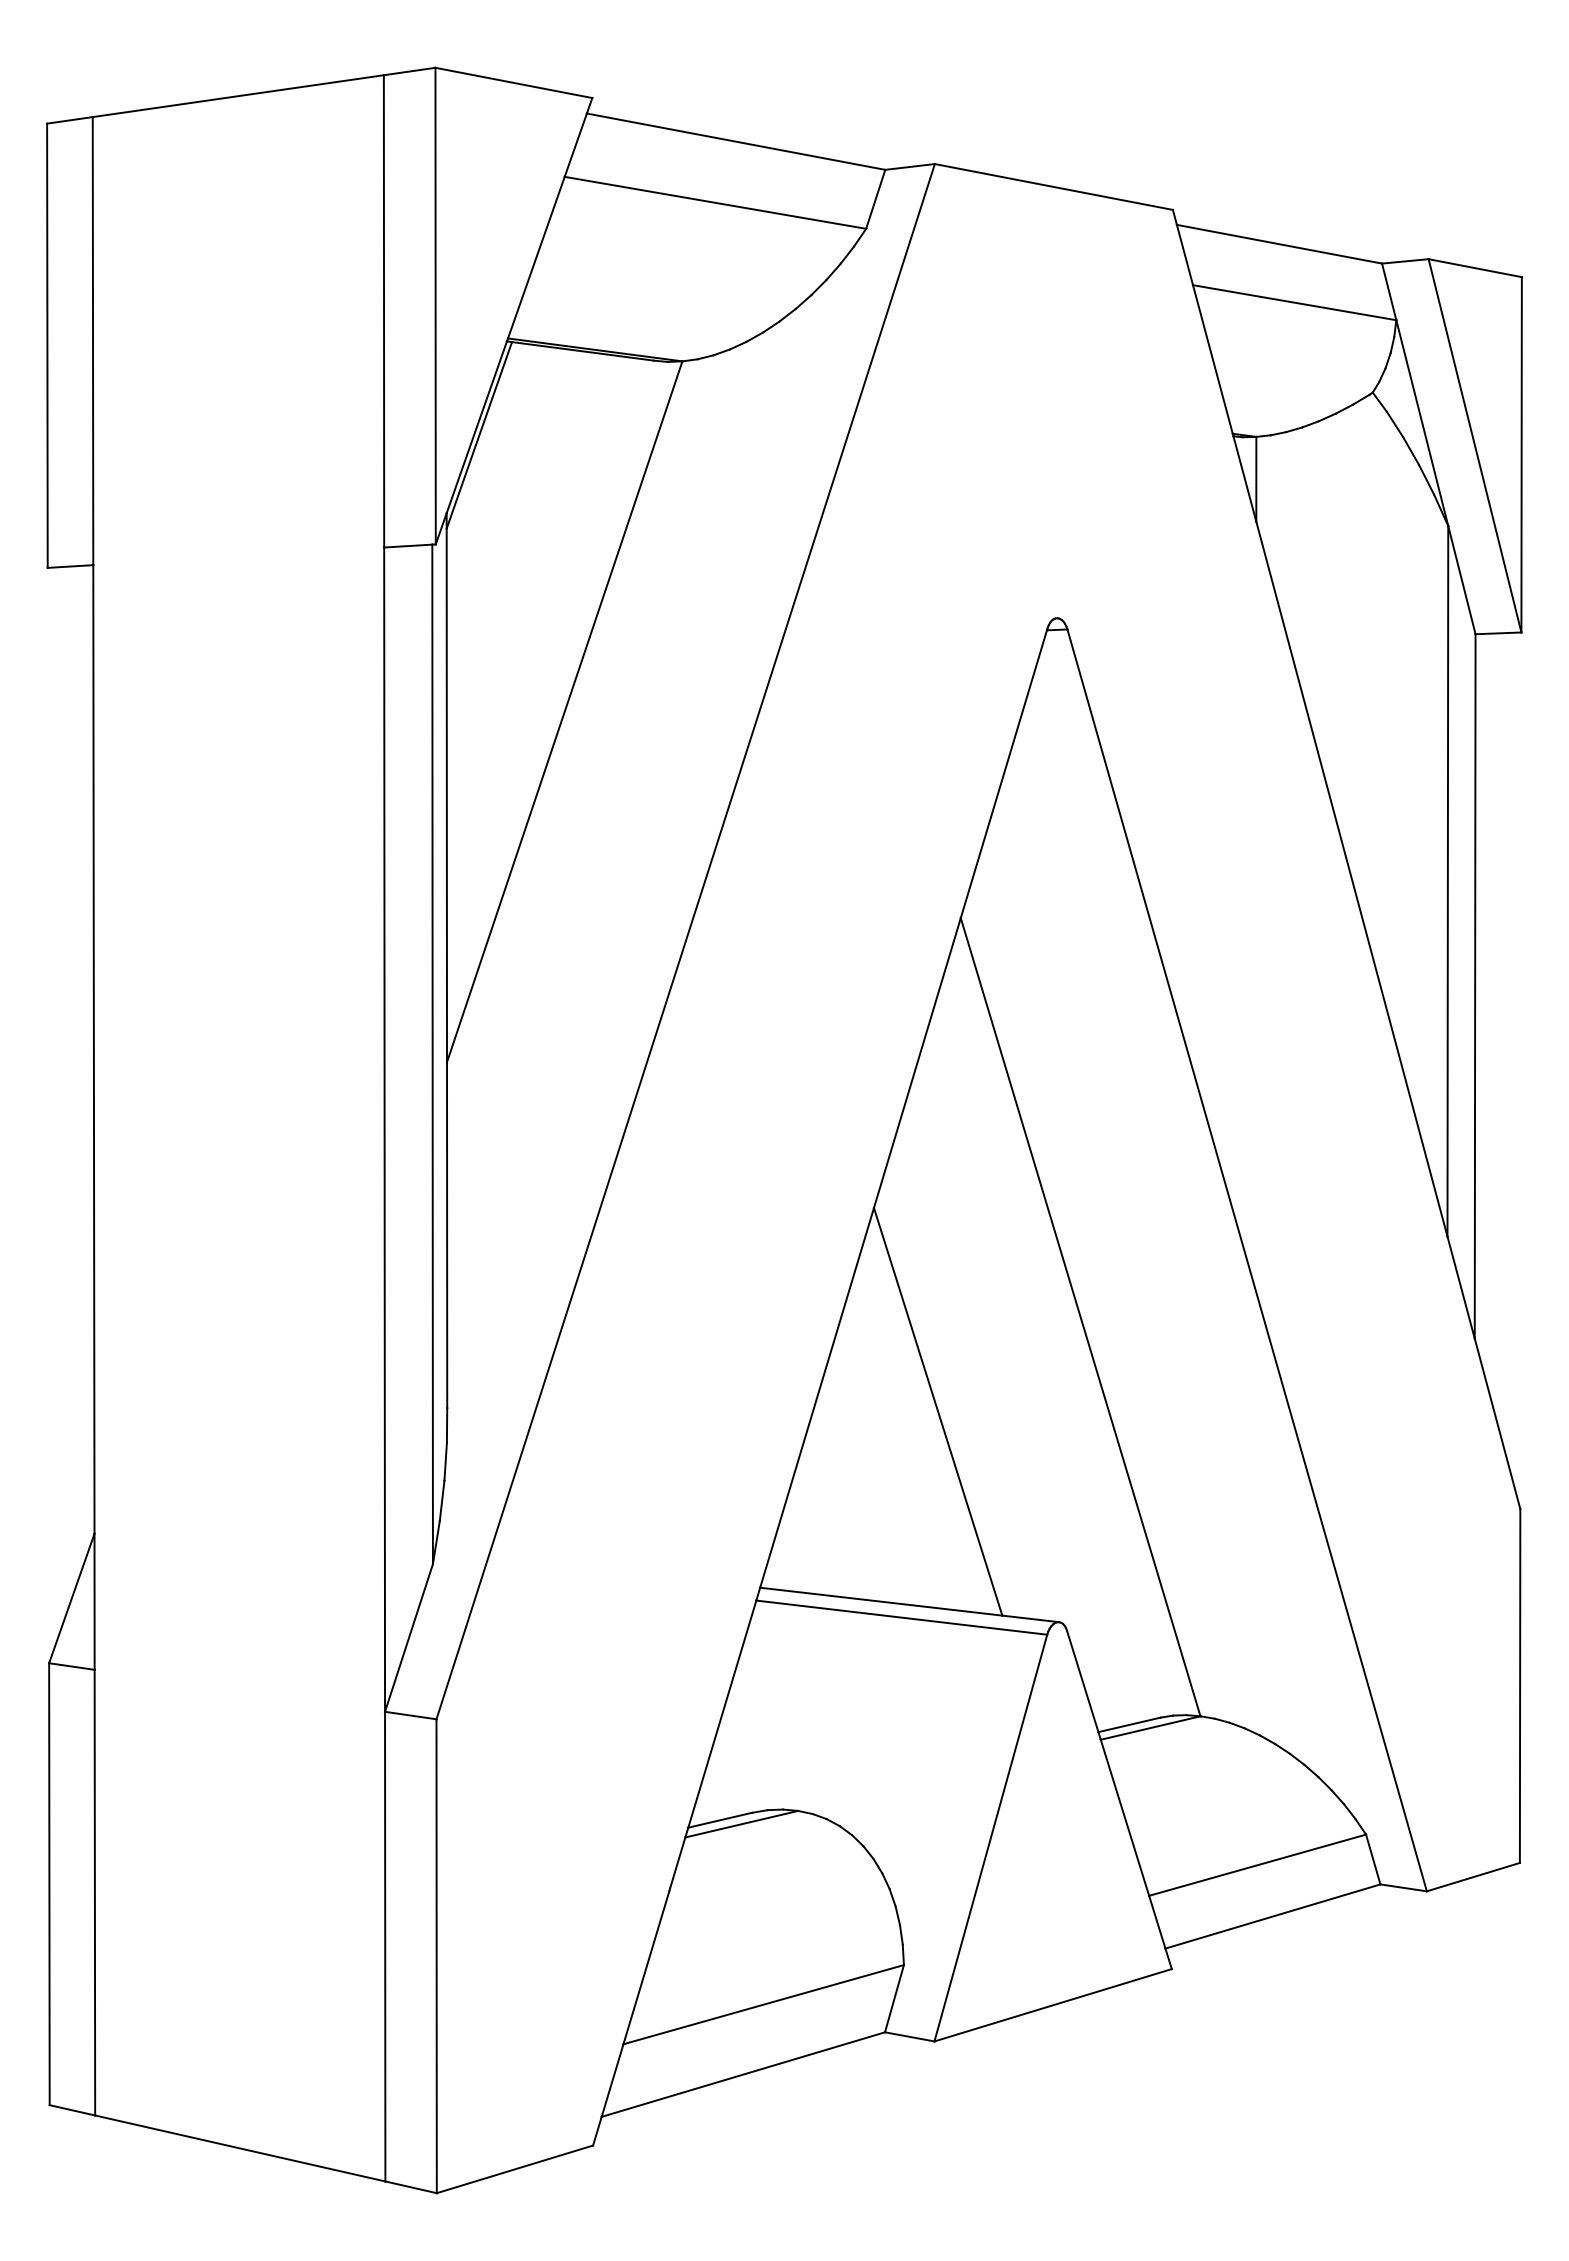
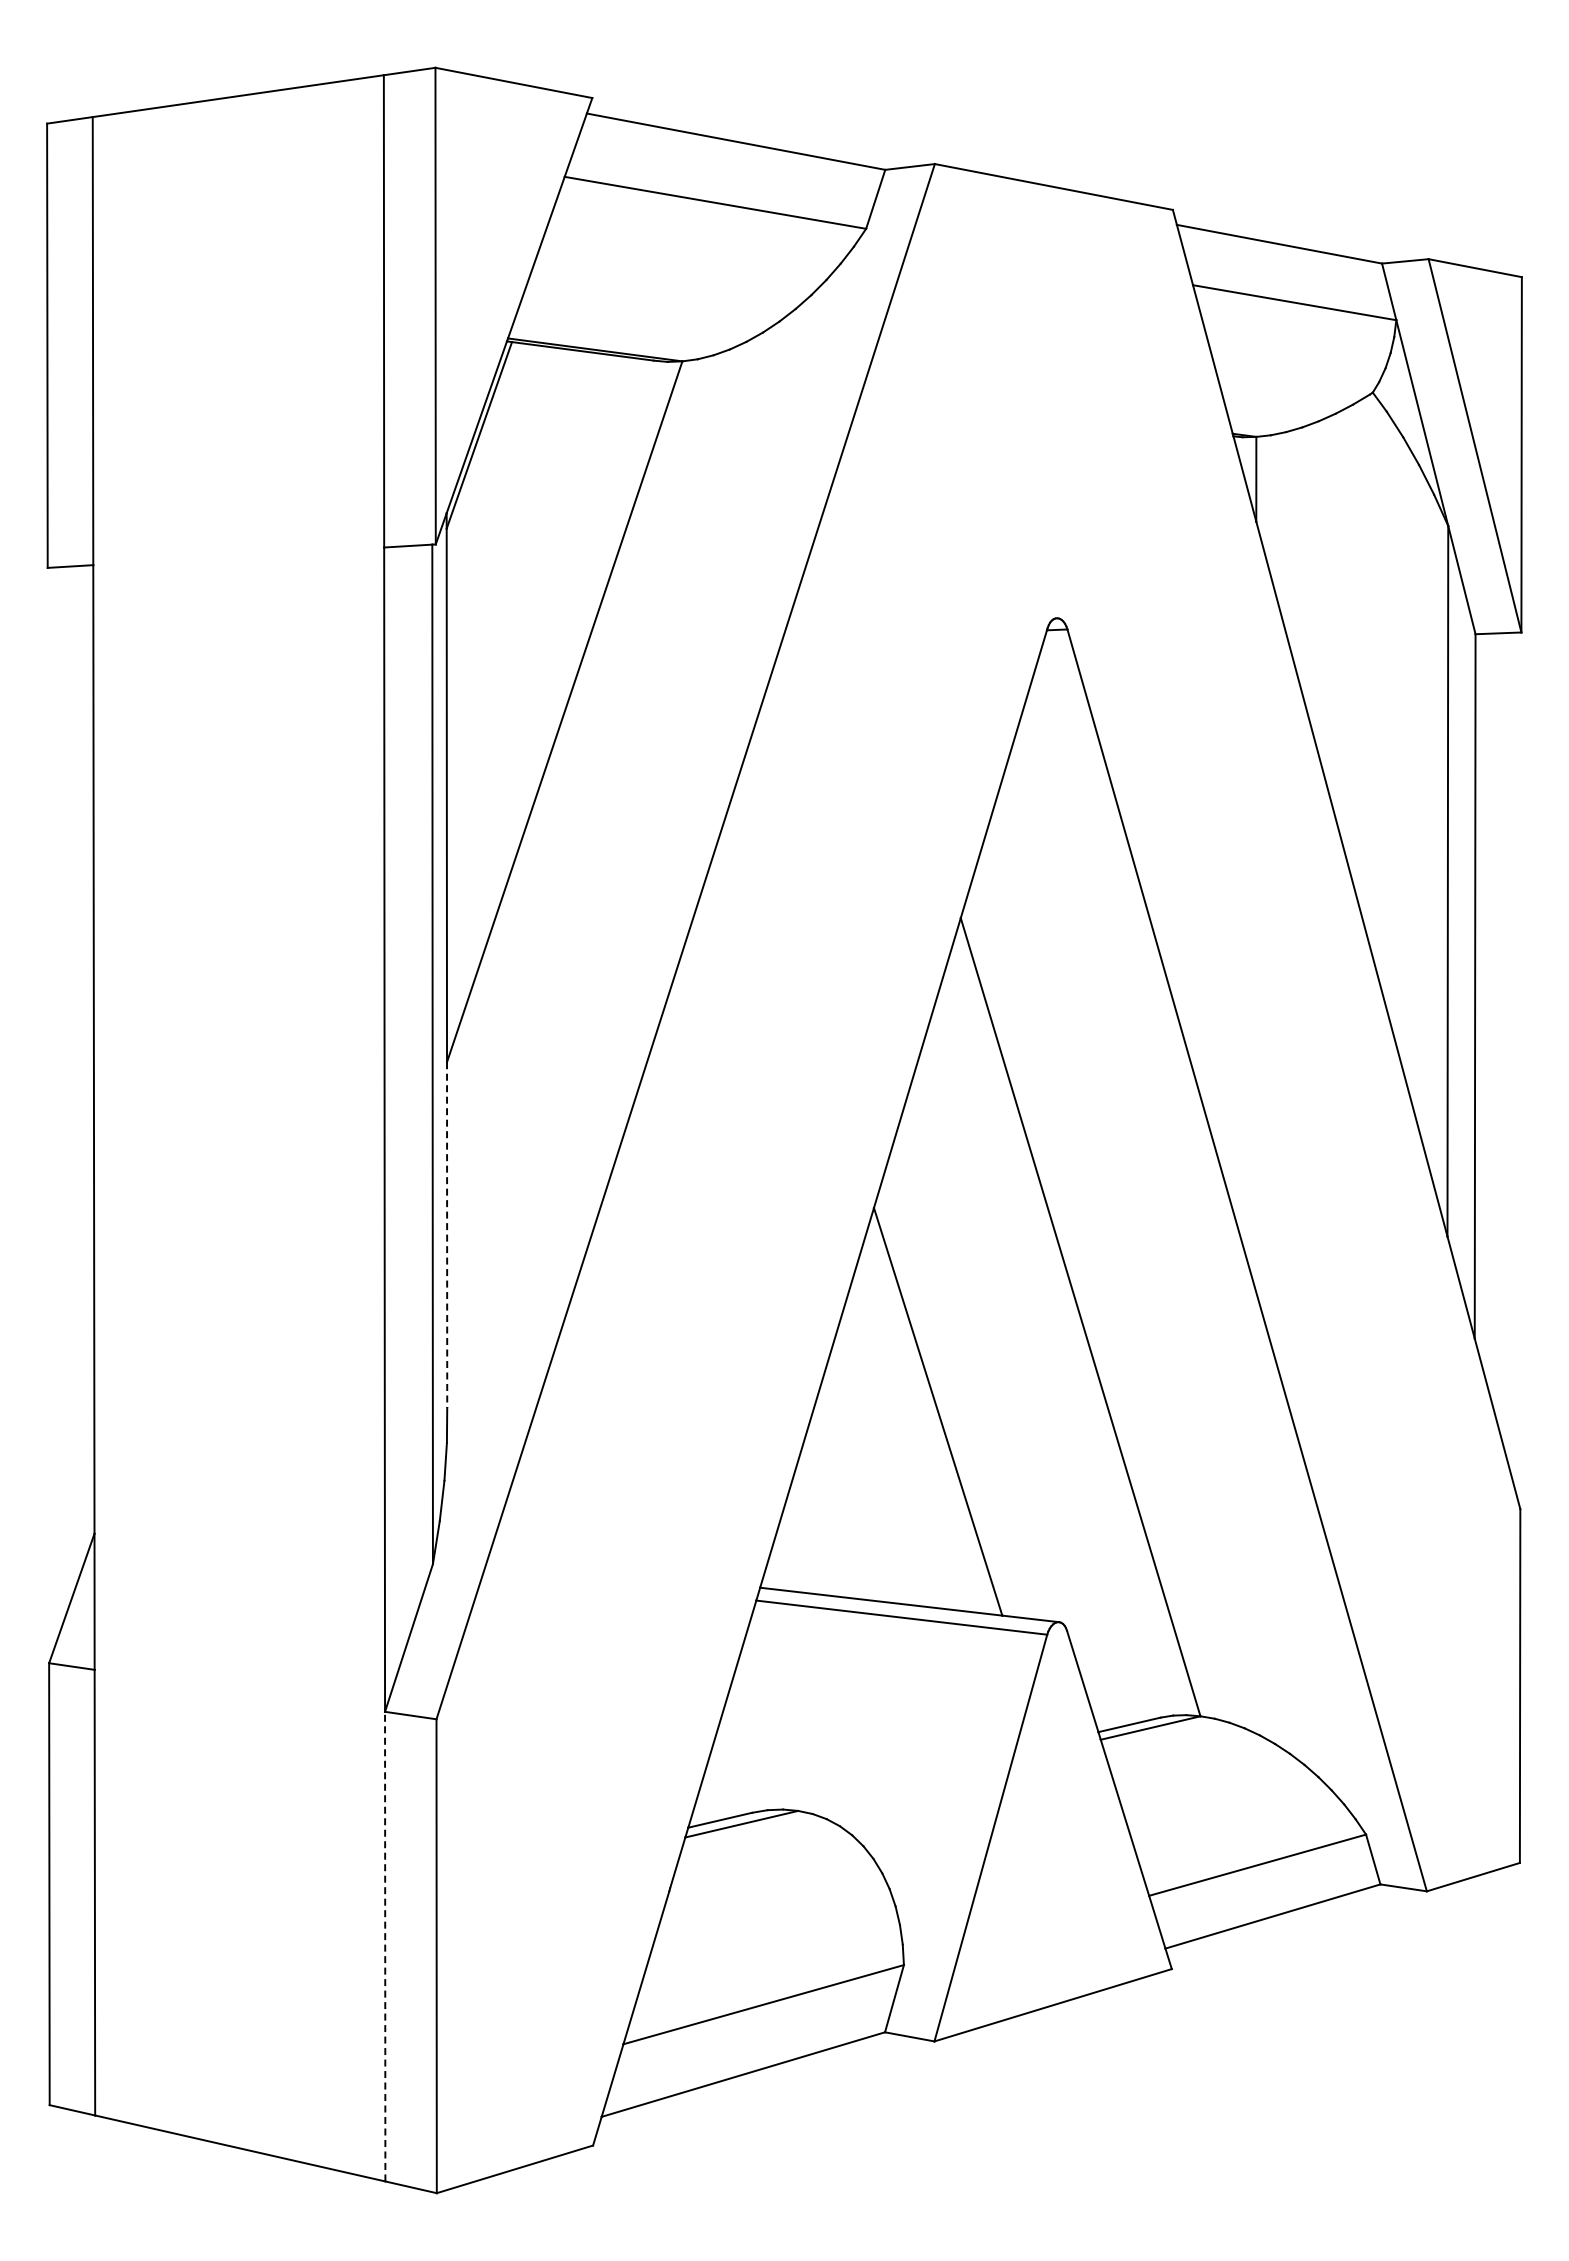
line at (447, 1235): solid -> dashed
line at (385, 1946): solid -> dashed
